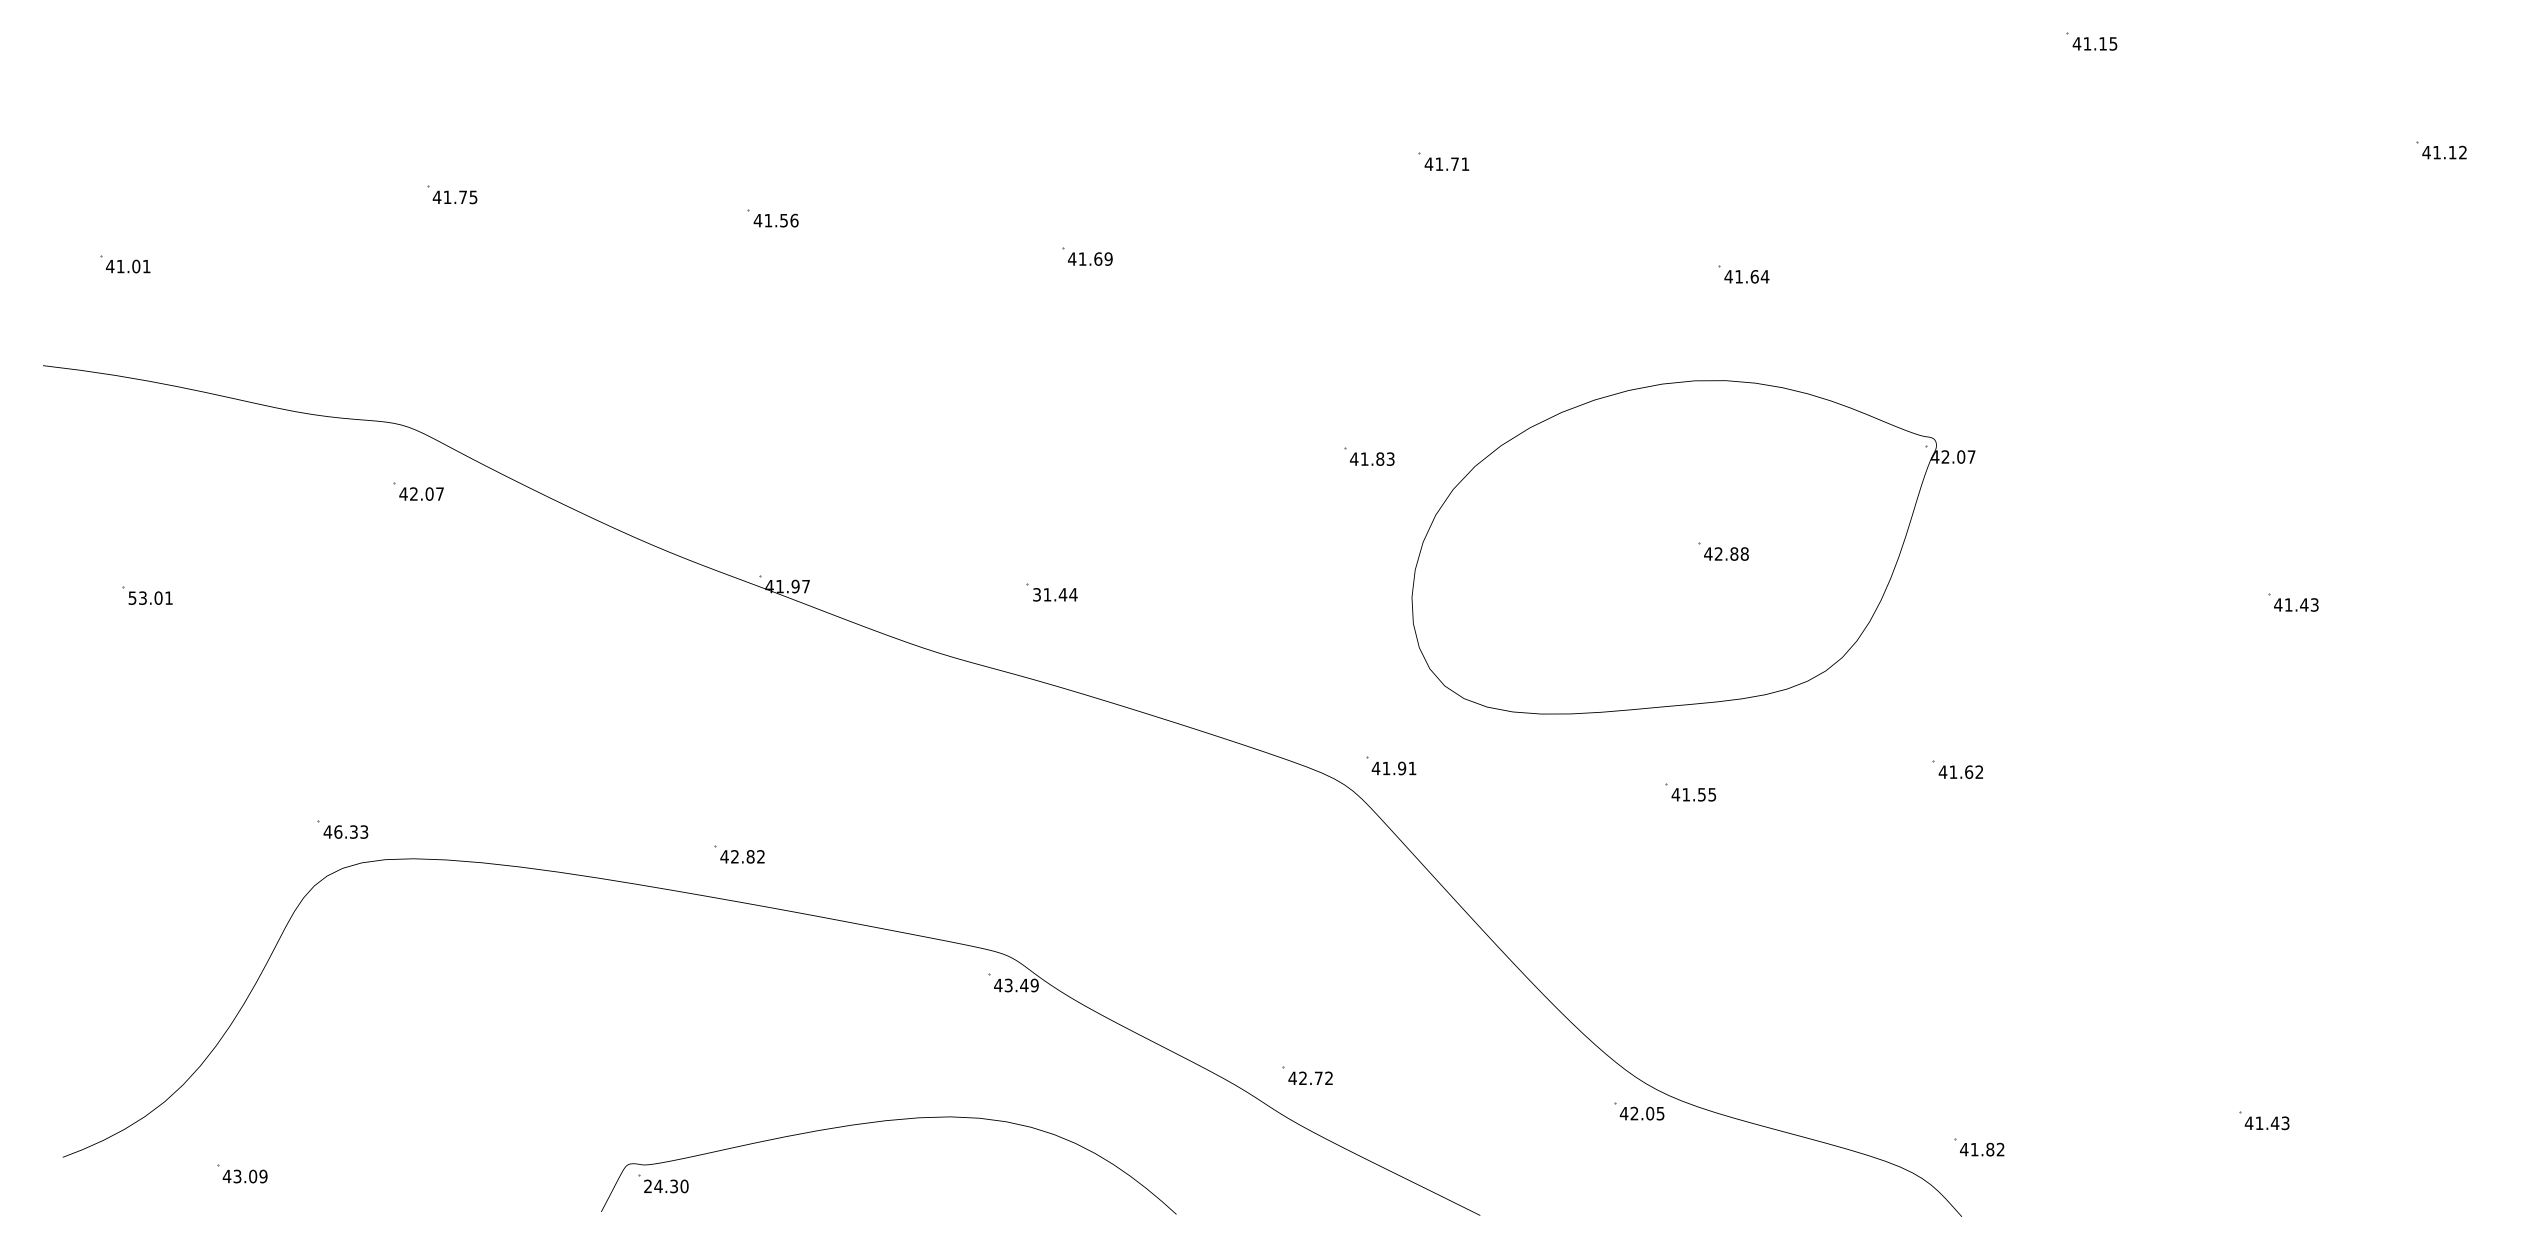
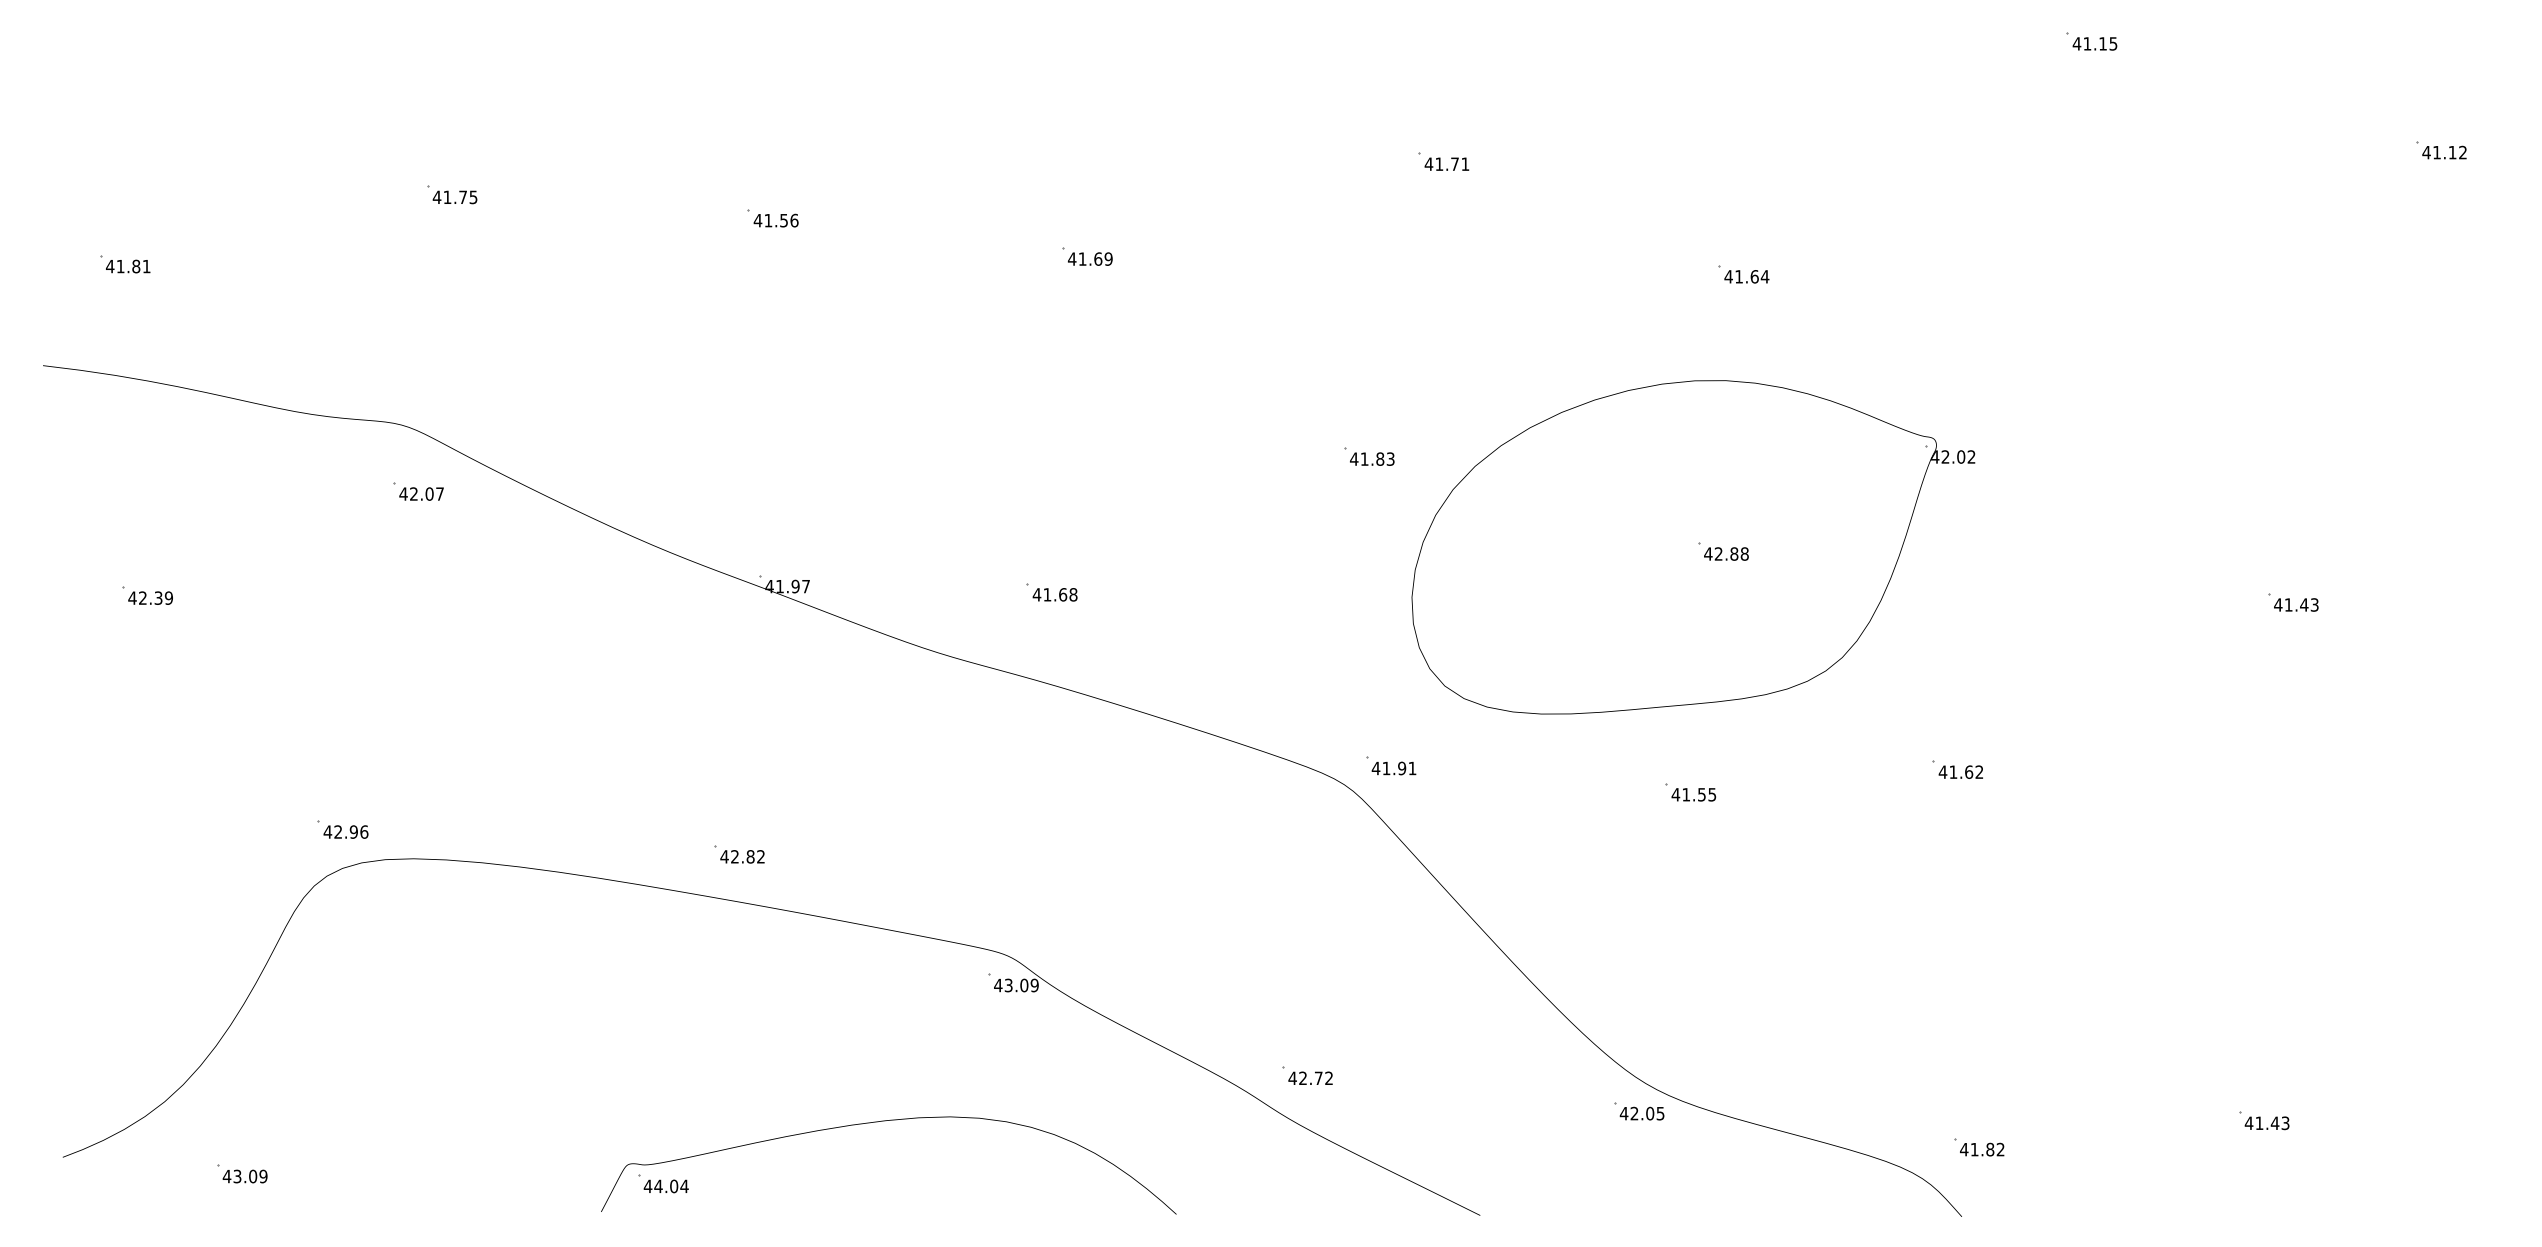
text at (136, 266): 41.01 -> 41.81
text at (1971, 456): 42.07 -> 42.02
text at (1054, 594): 31.44 -> 41.68
text at (150, 597): 53.01 -> 42.39
text at (351, 831): 46.33 -> 42.96
text at (1024, 985): 43.49 -> 43.09
text at (665, 1186): 24.30 -> 44.04
